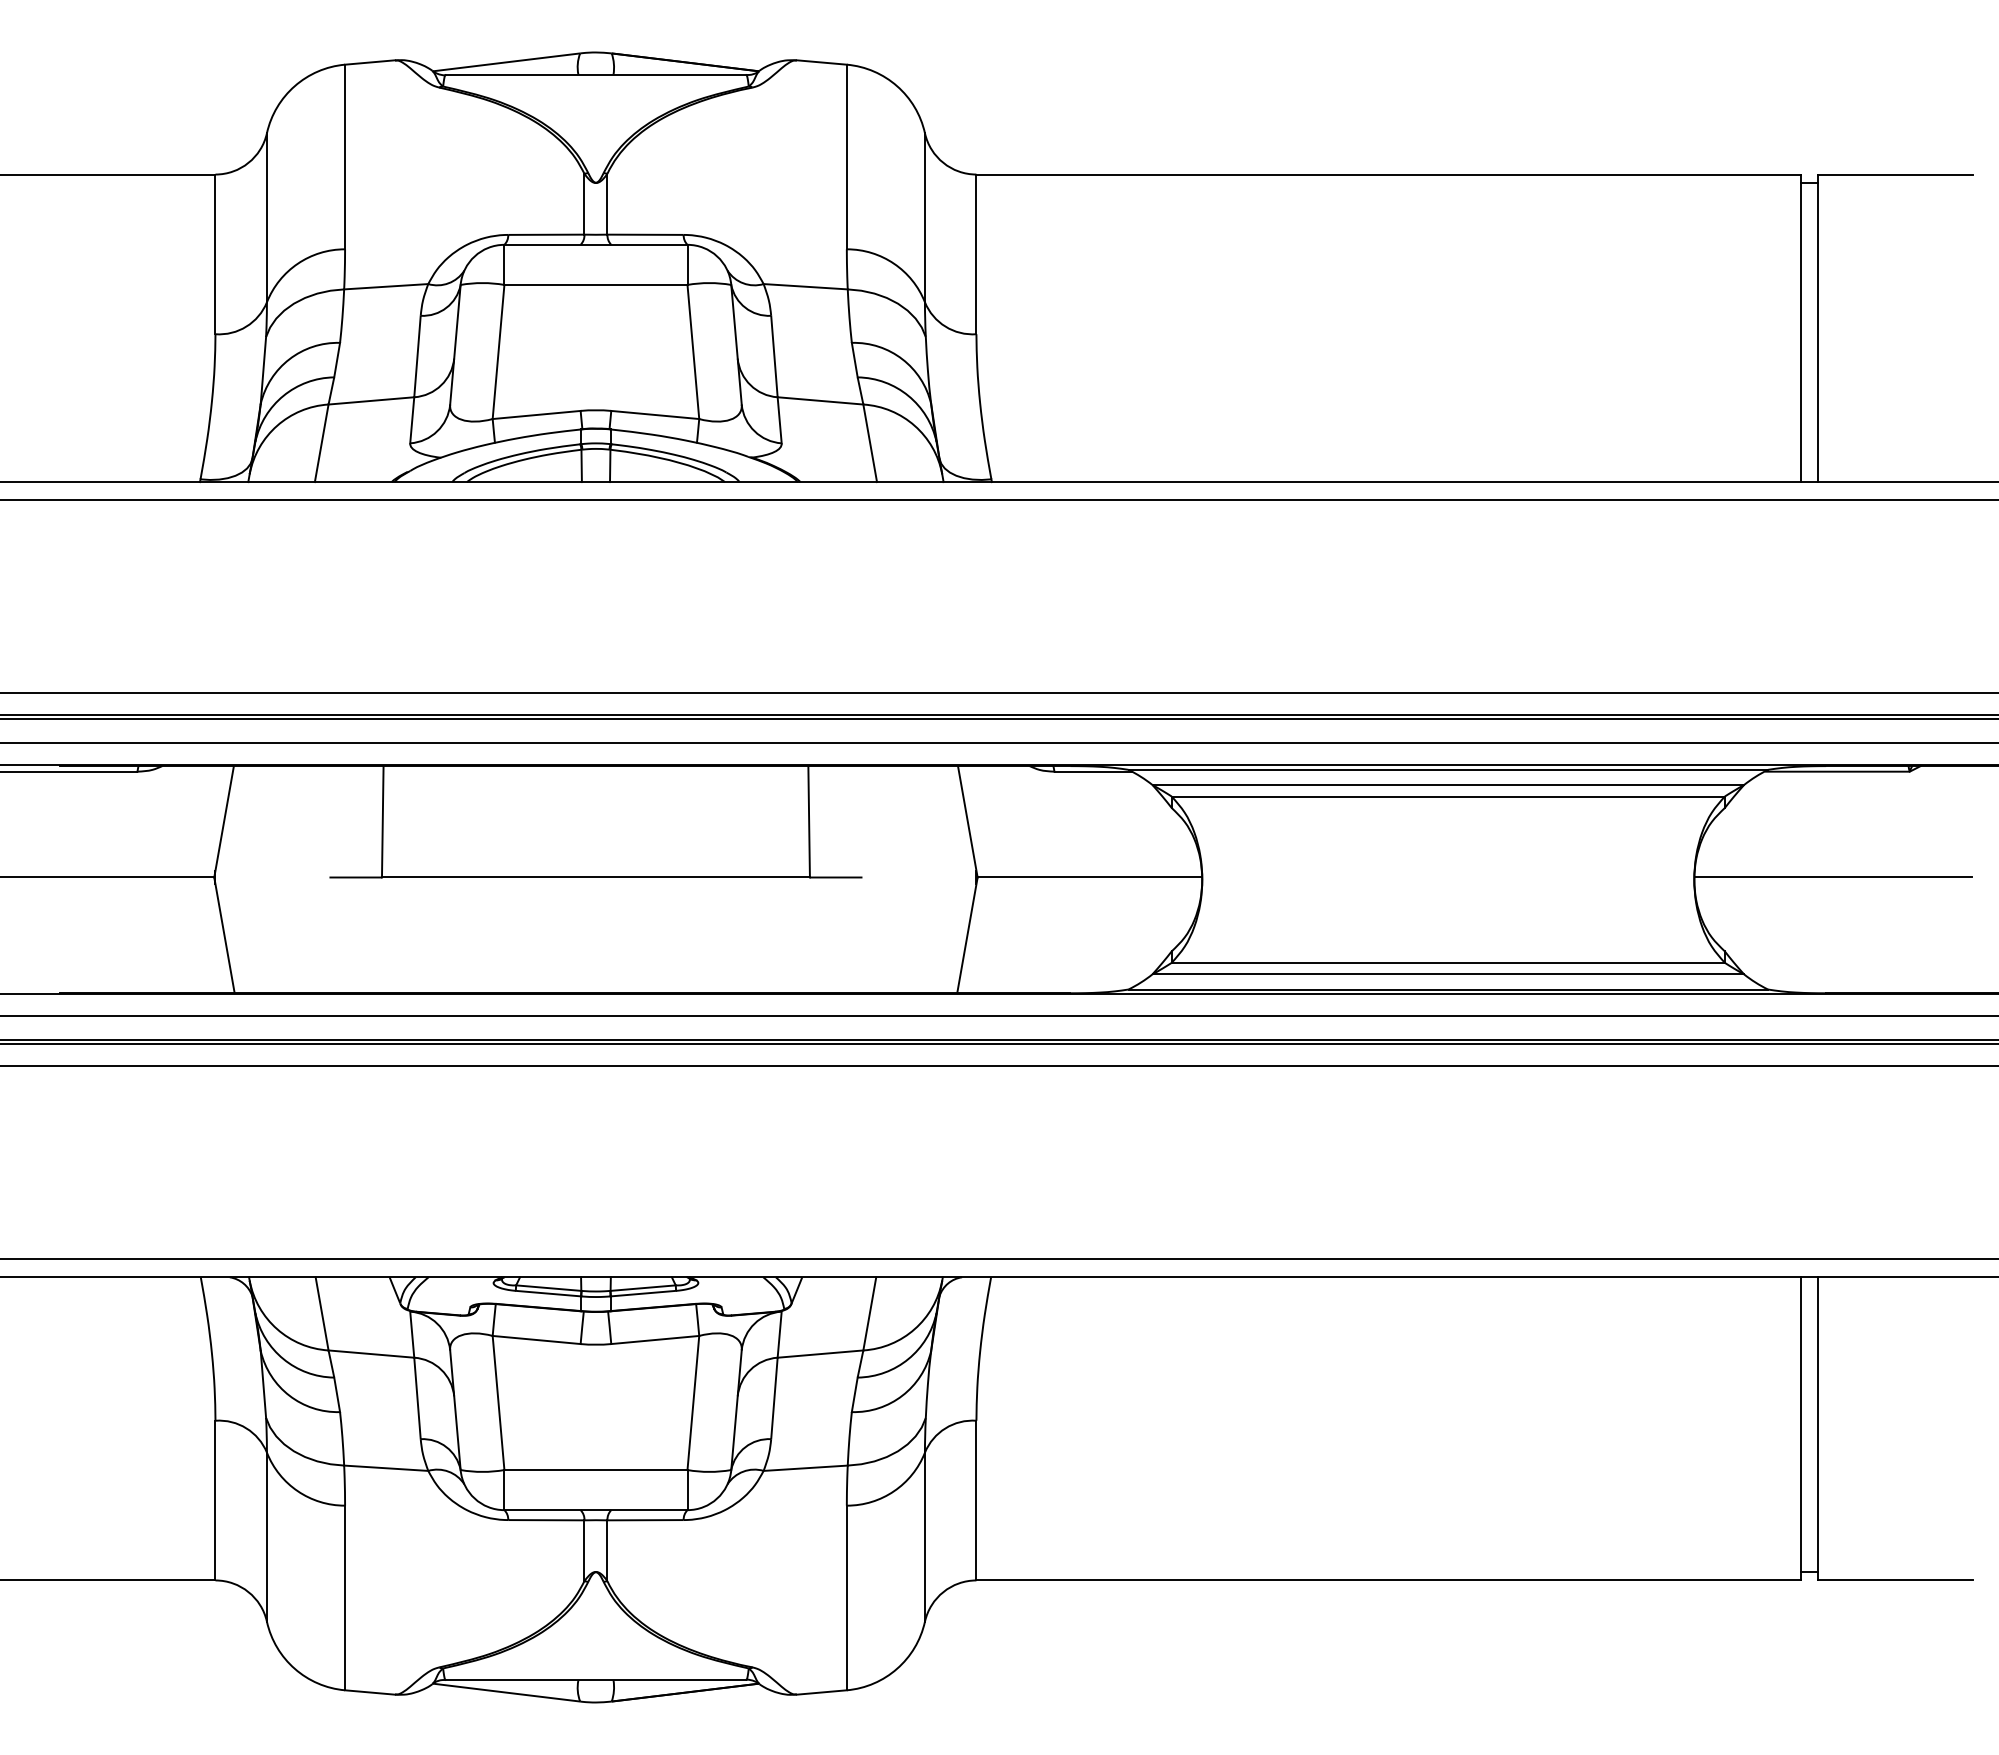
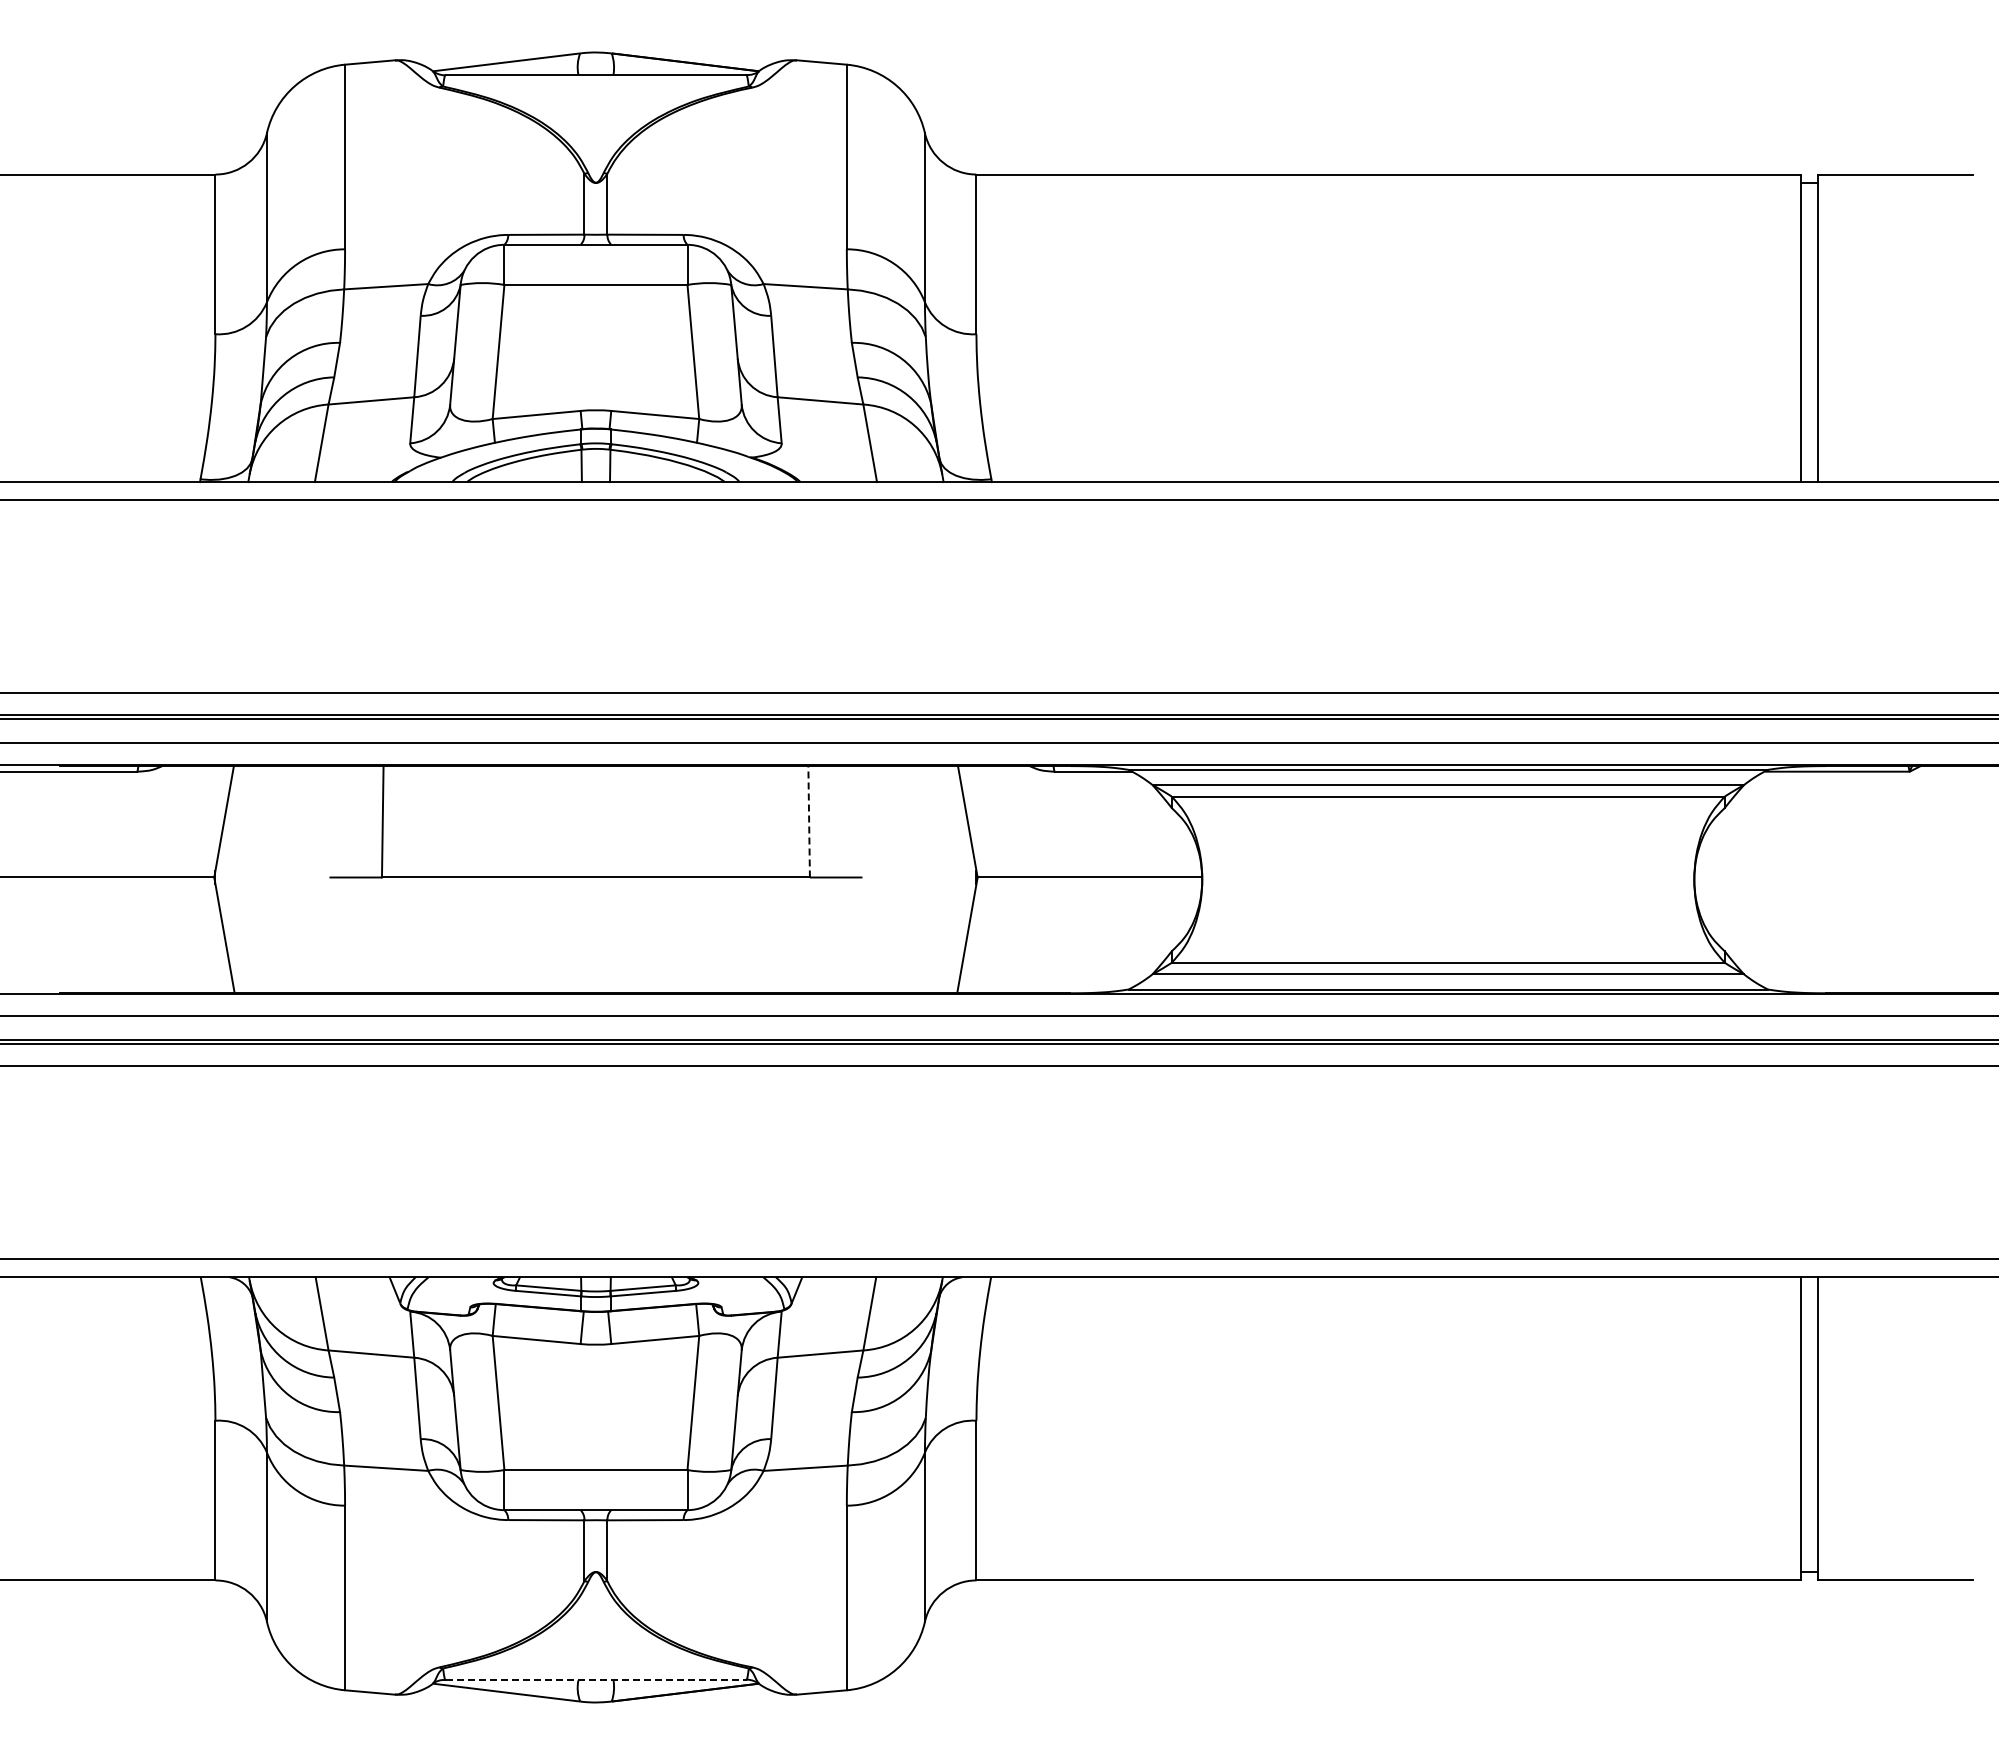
line at (809, 821): solid -> dashed
line at (1832, 877): present -> none
line at (595, 1680): solid -> dashed
